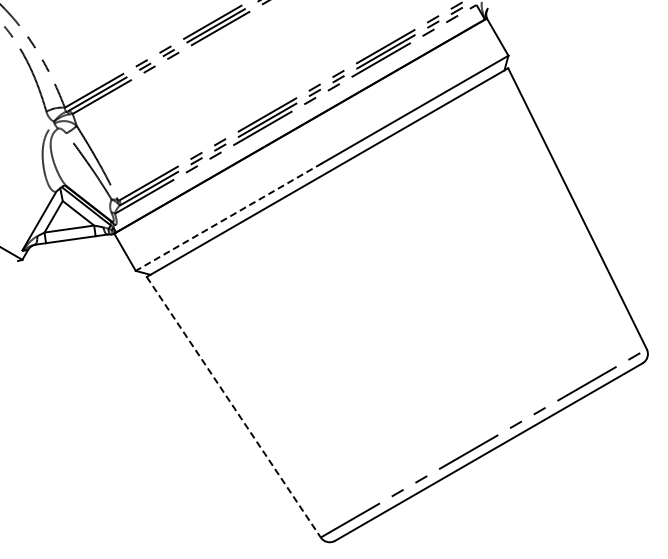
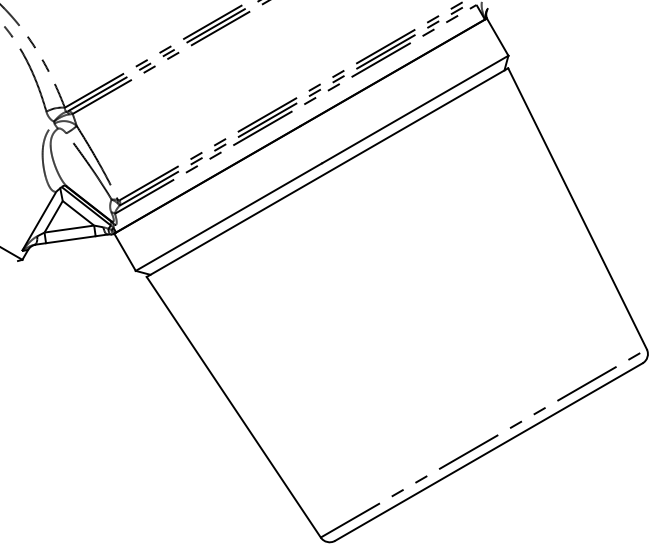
line at (228, 217): dashed -> solid
line at (233, 407): dashed -> solid
